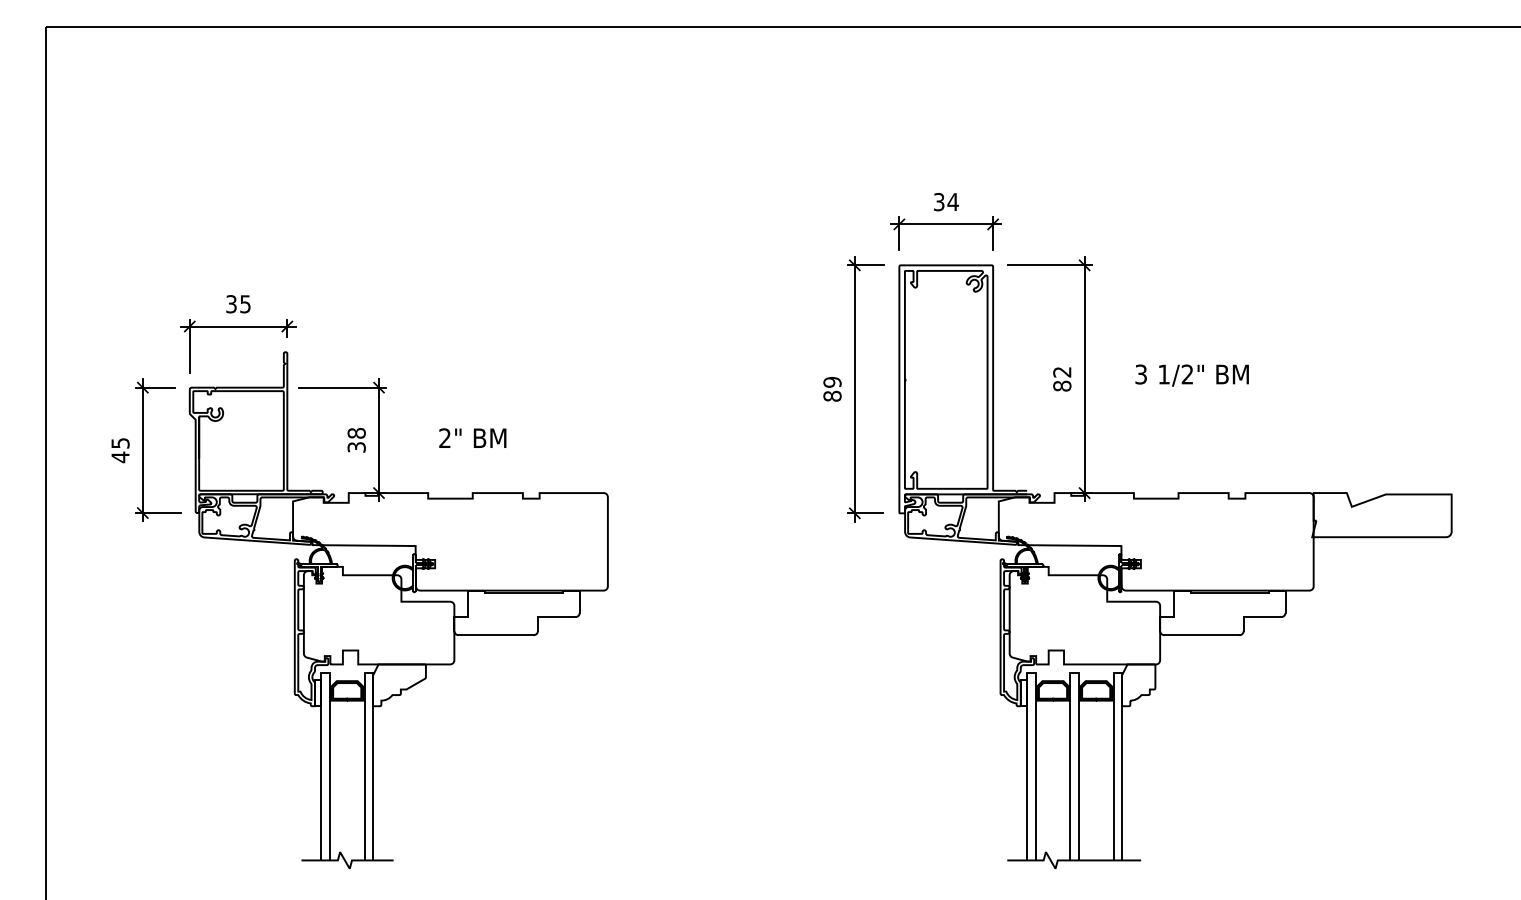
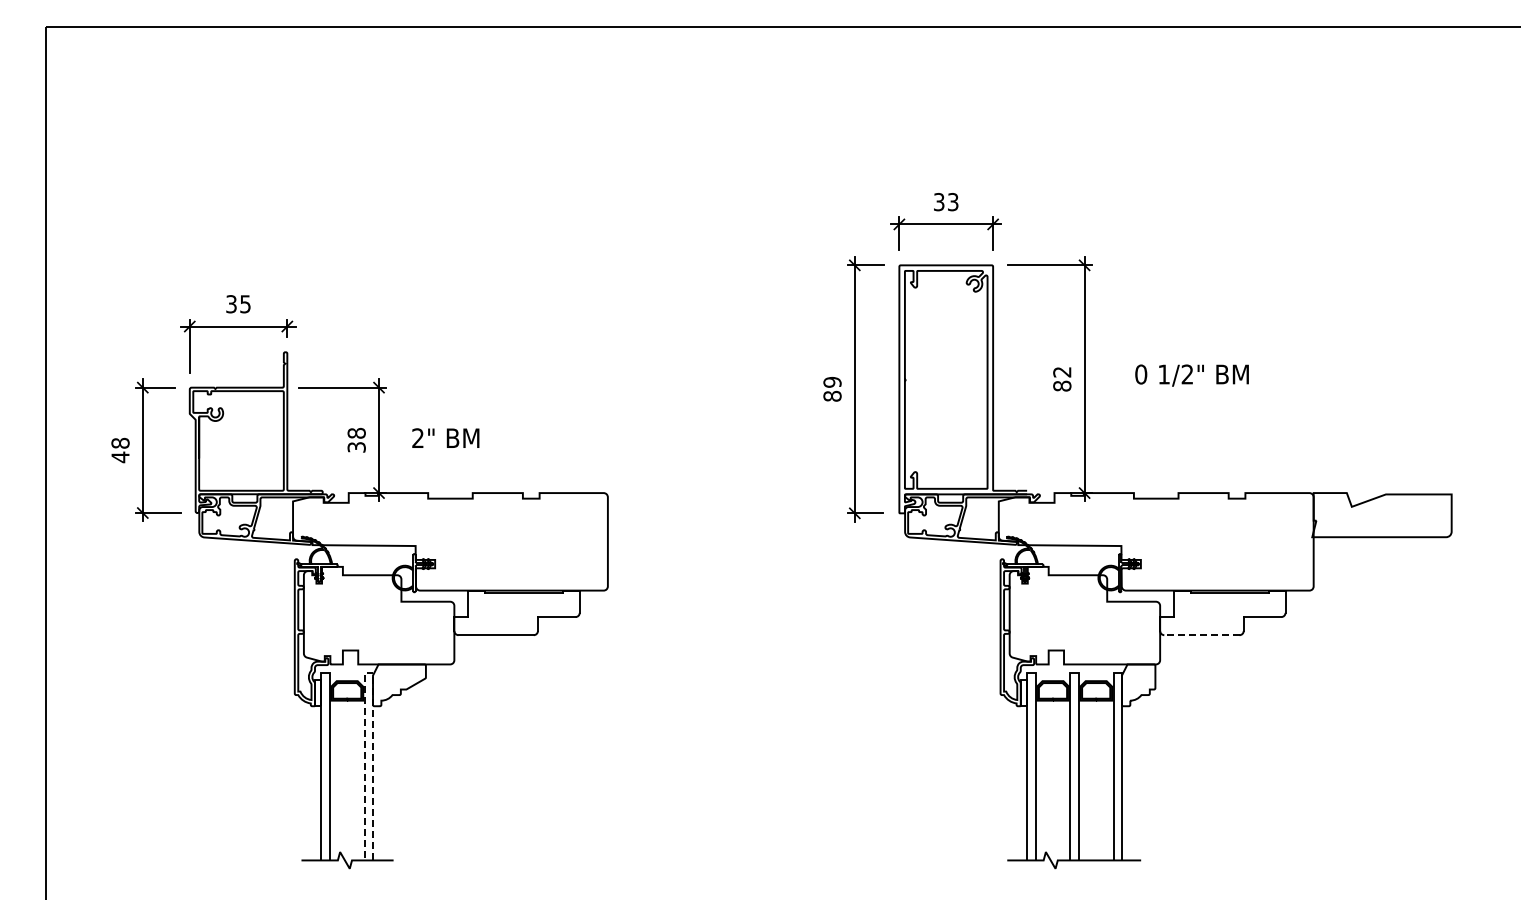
text at (952, 202): 34 -> 33
text at (1141, 374): 3 -> 0
text at (472, 437) position: (472, 437) -> (445, 437)
text at (120, 442): 45 -> 48
line at (1201, 635): solid -> dashed
line at (368, 672): solid -> dashed
